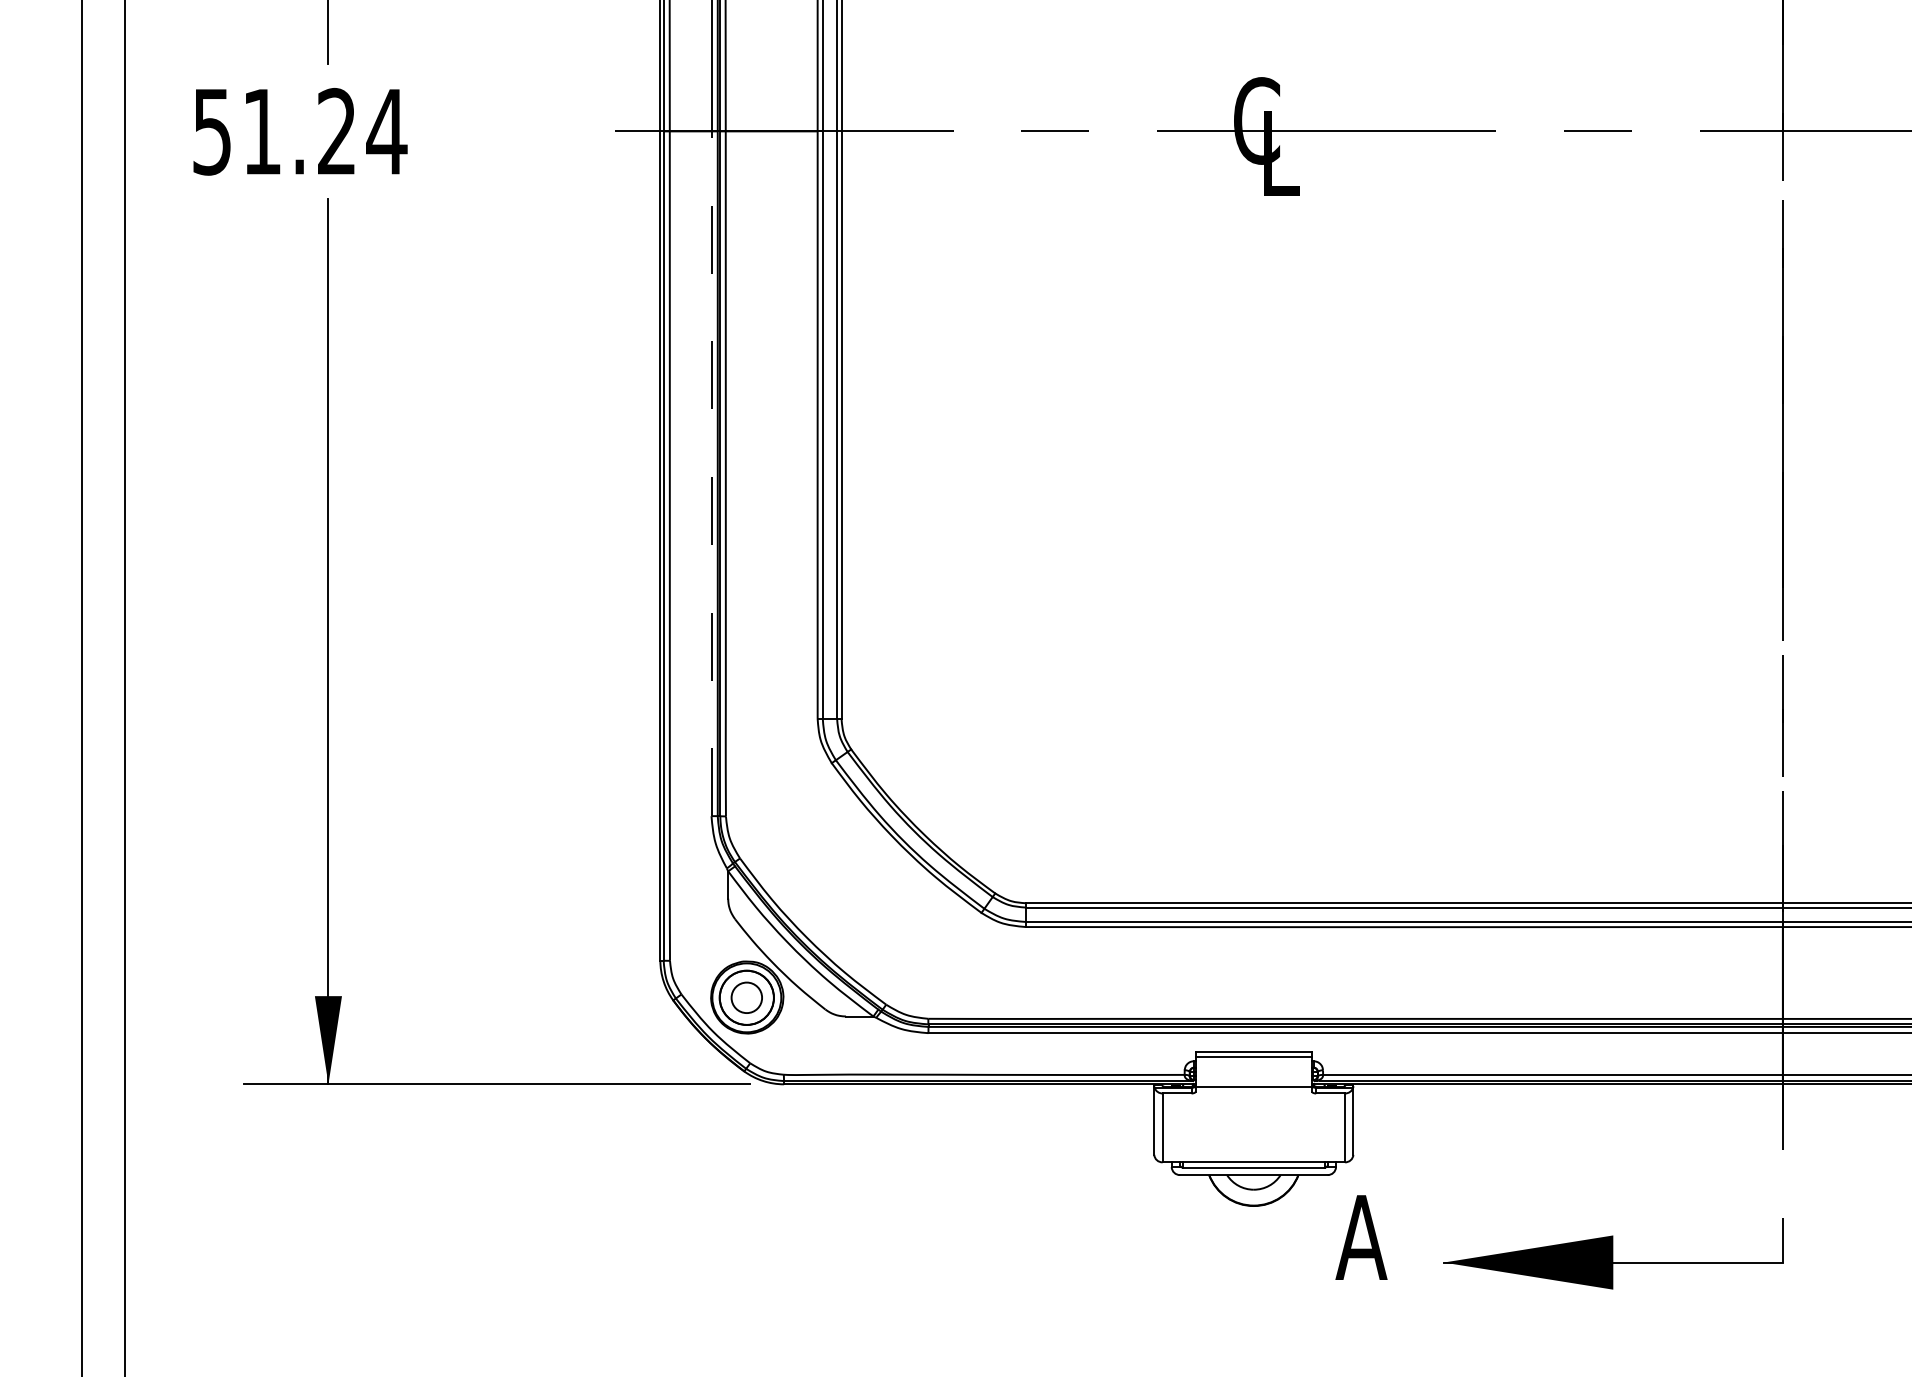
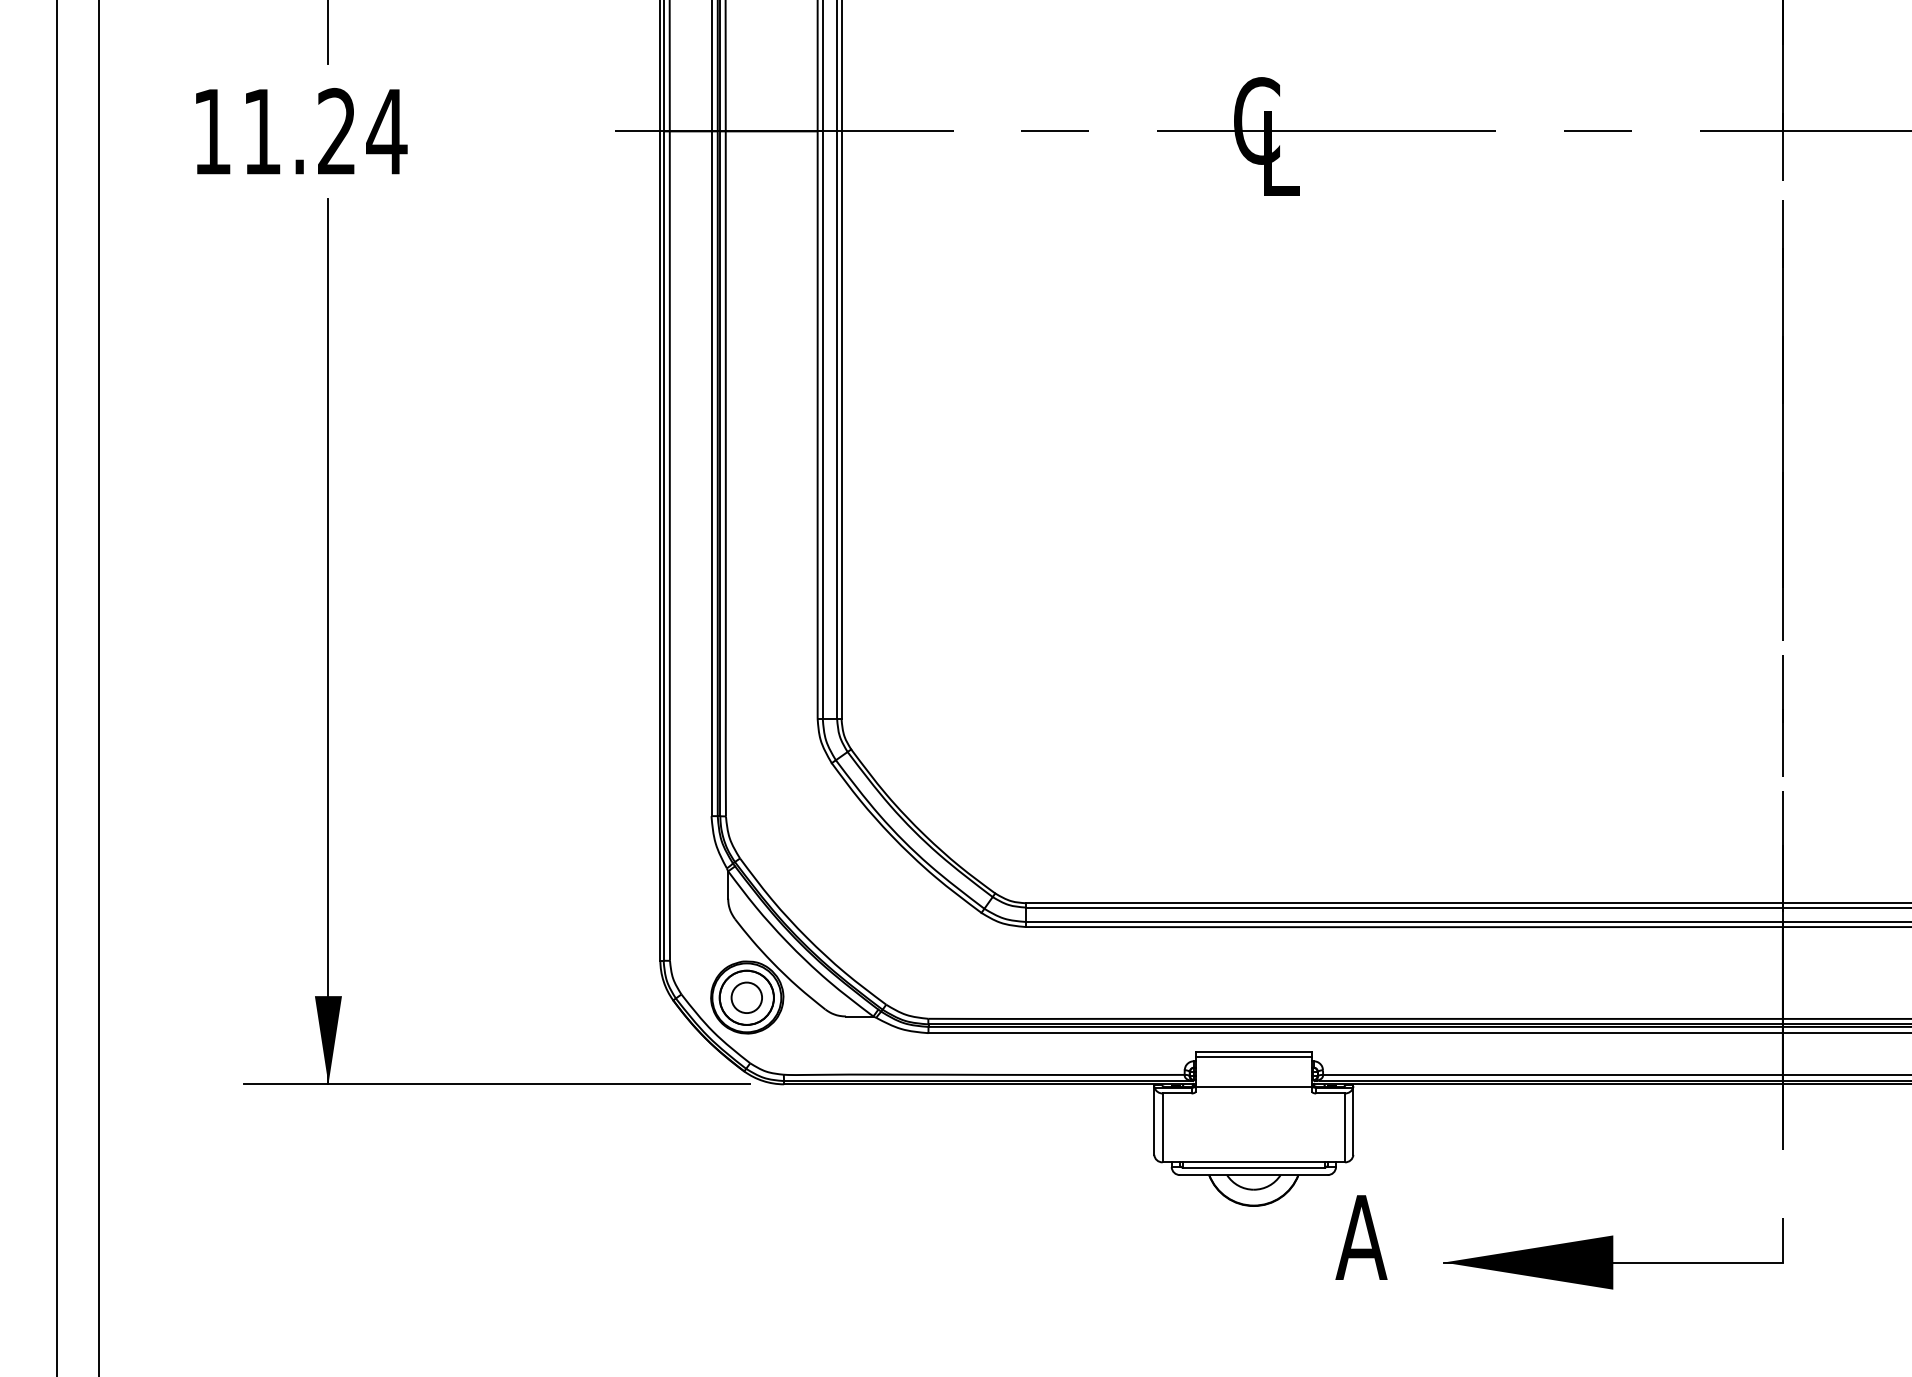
text at (211, 132): 51.24 -> 11.24
line at (711, 473): dashed -> solid
line at (82, 687) position: (82, 687) -> (57, 687)
line at (125, 687) position: (125, 687) -> (99, 687)
